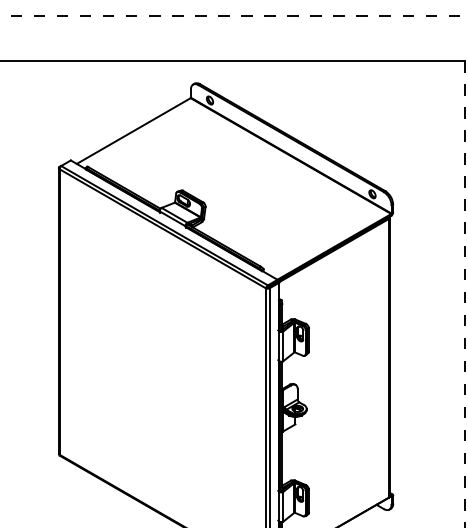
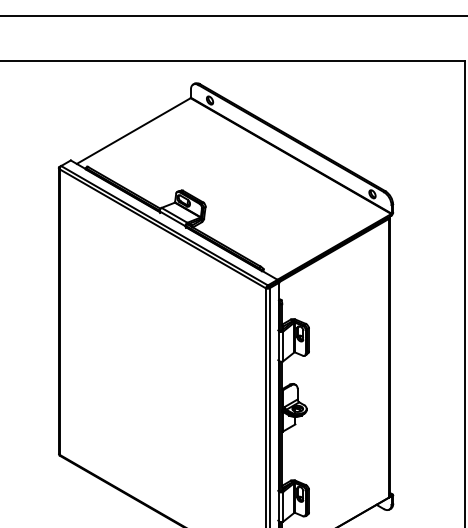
line at (234, 15): dashed -> solid
line at (464, 294): dashed -> solid
